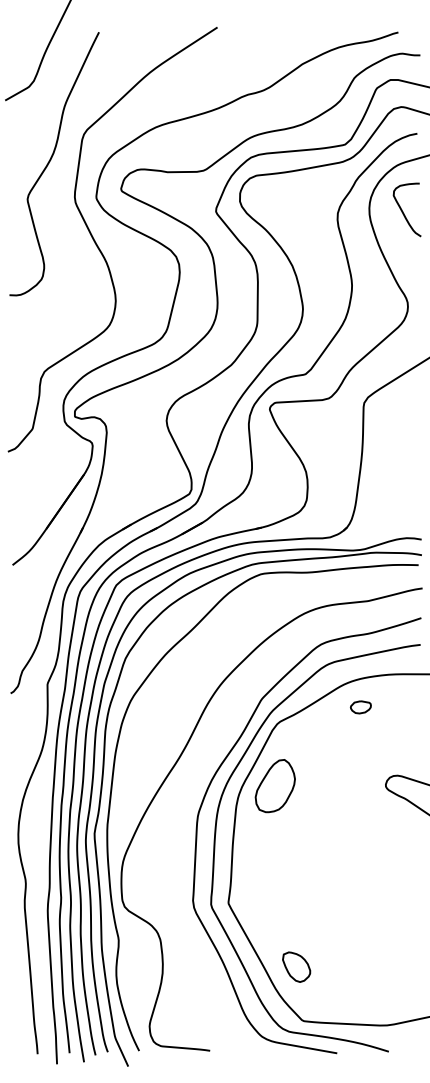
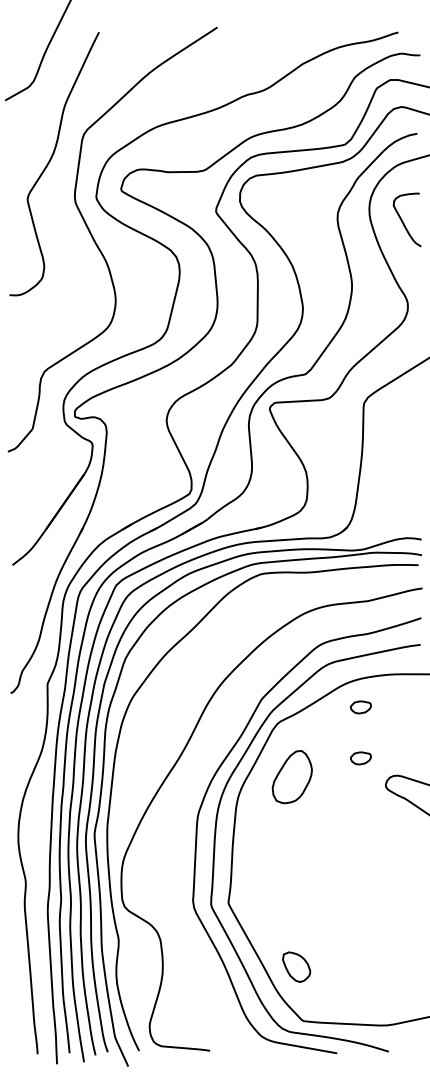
curve at (403, 211) position: (403, 211) -> (403, 221)
part at (360, 758): none -> present
part at (274, 786) position: (274, 786) -> (291, 777)
